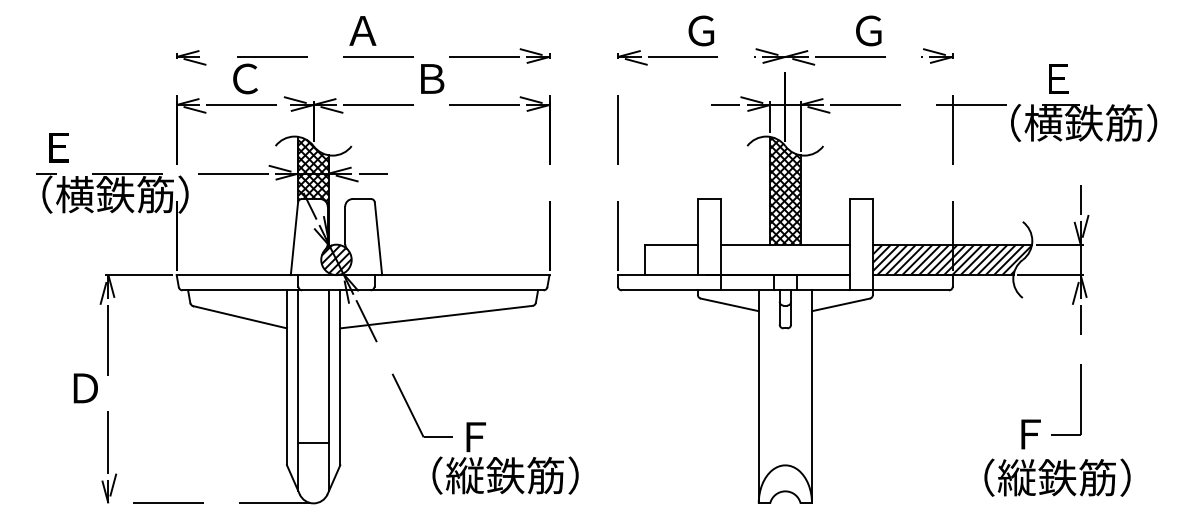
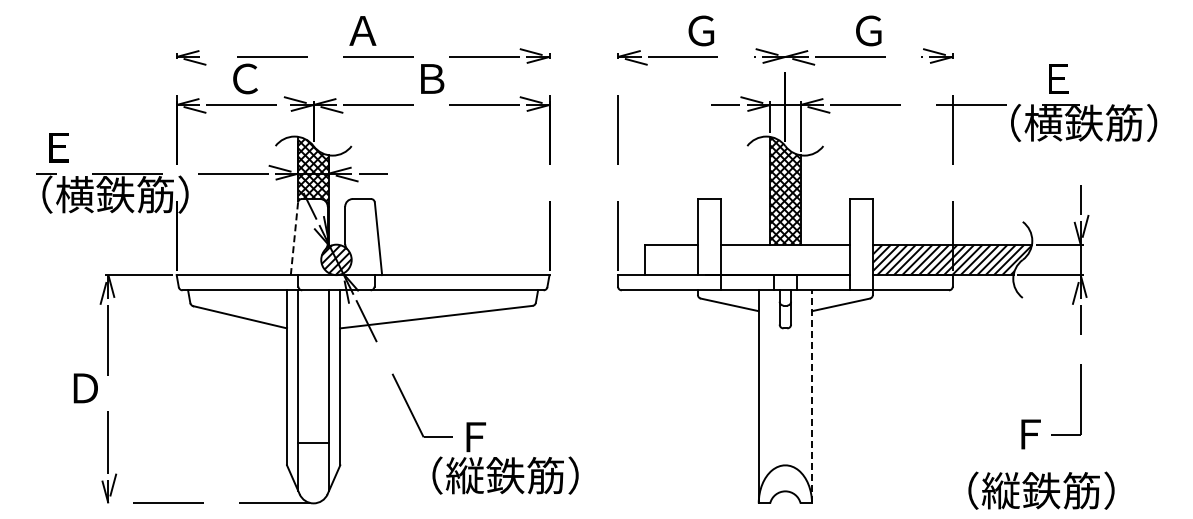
line at (294, 238): solid -> dashed
line at (812, 396): solid -> dashed
text at (1057, 477) position: (1057, 477) -> (1041, 490)
